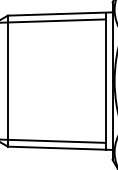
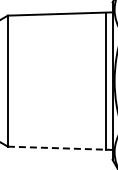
line at (53, 20): present -> none
line at (53, 140): present -> none
line at (60, 148): solid -> dashed
